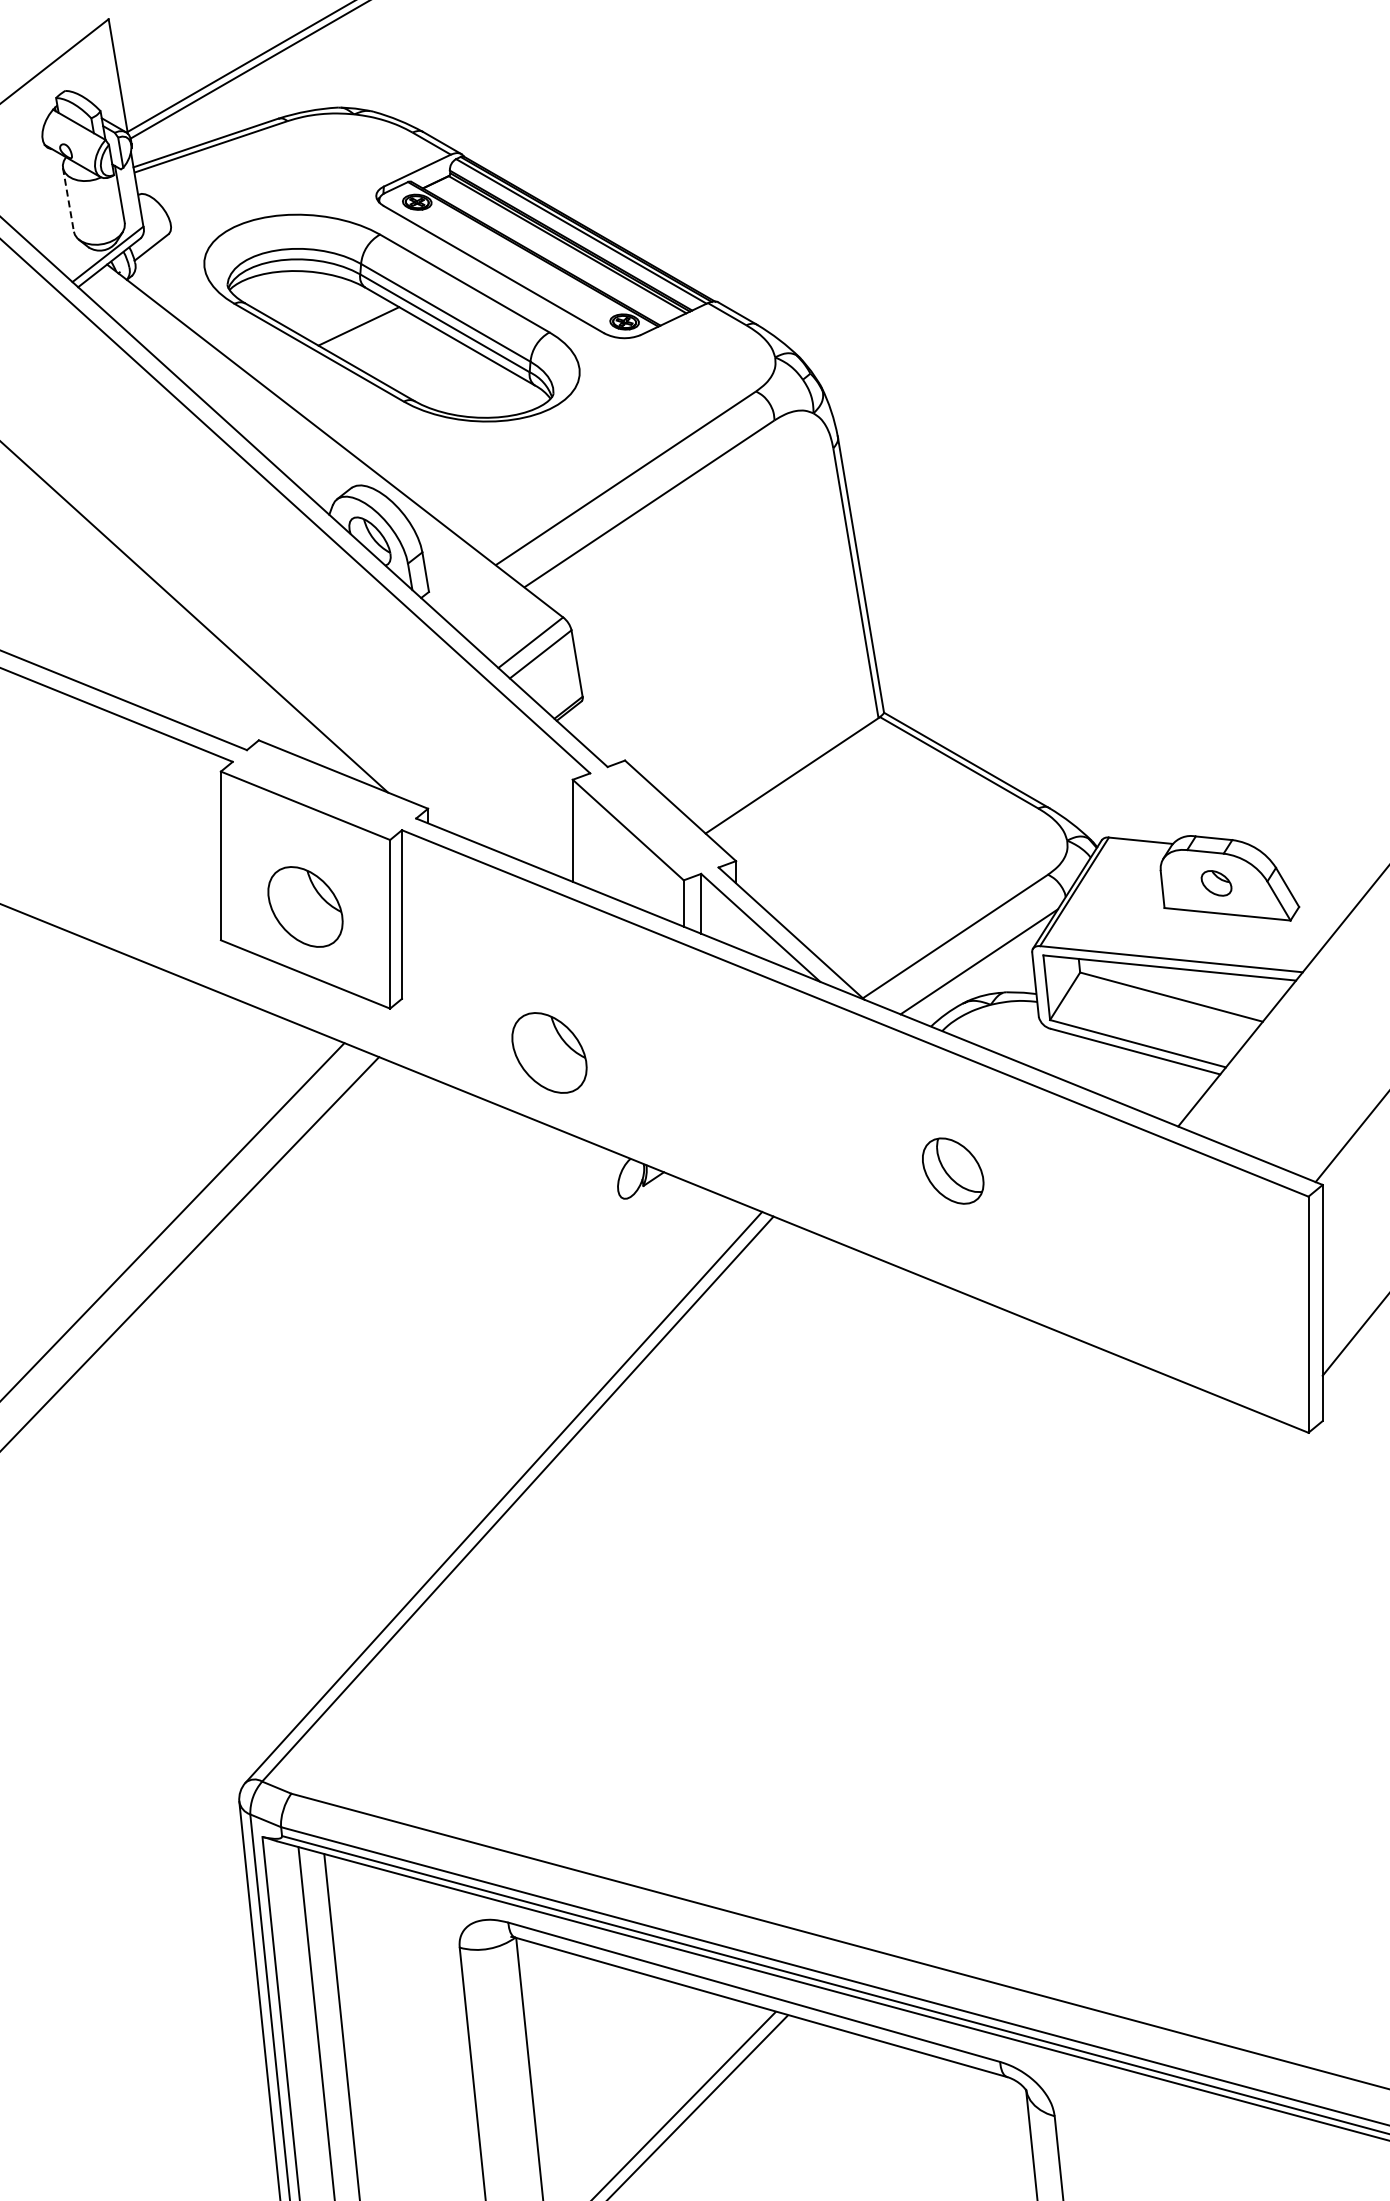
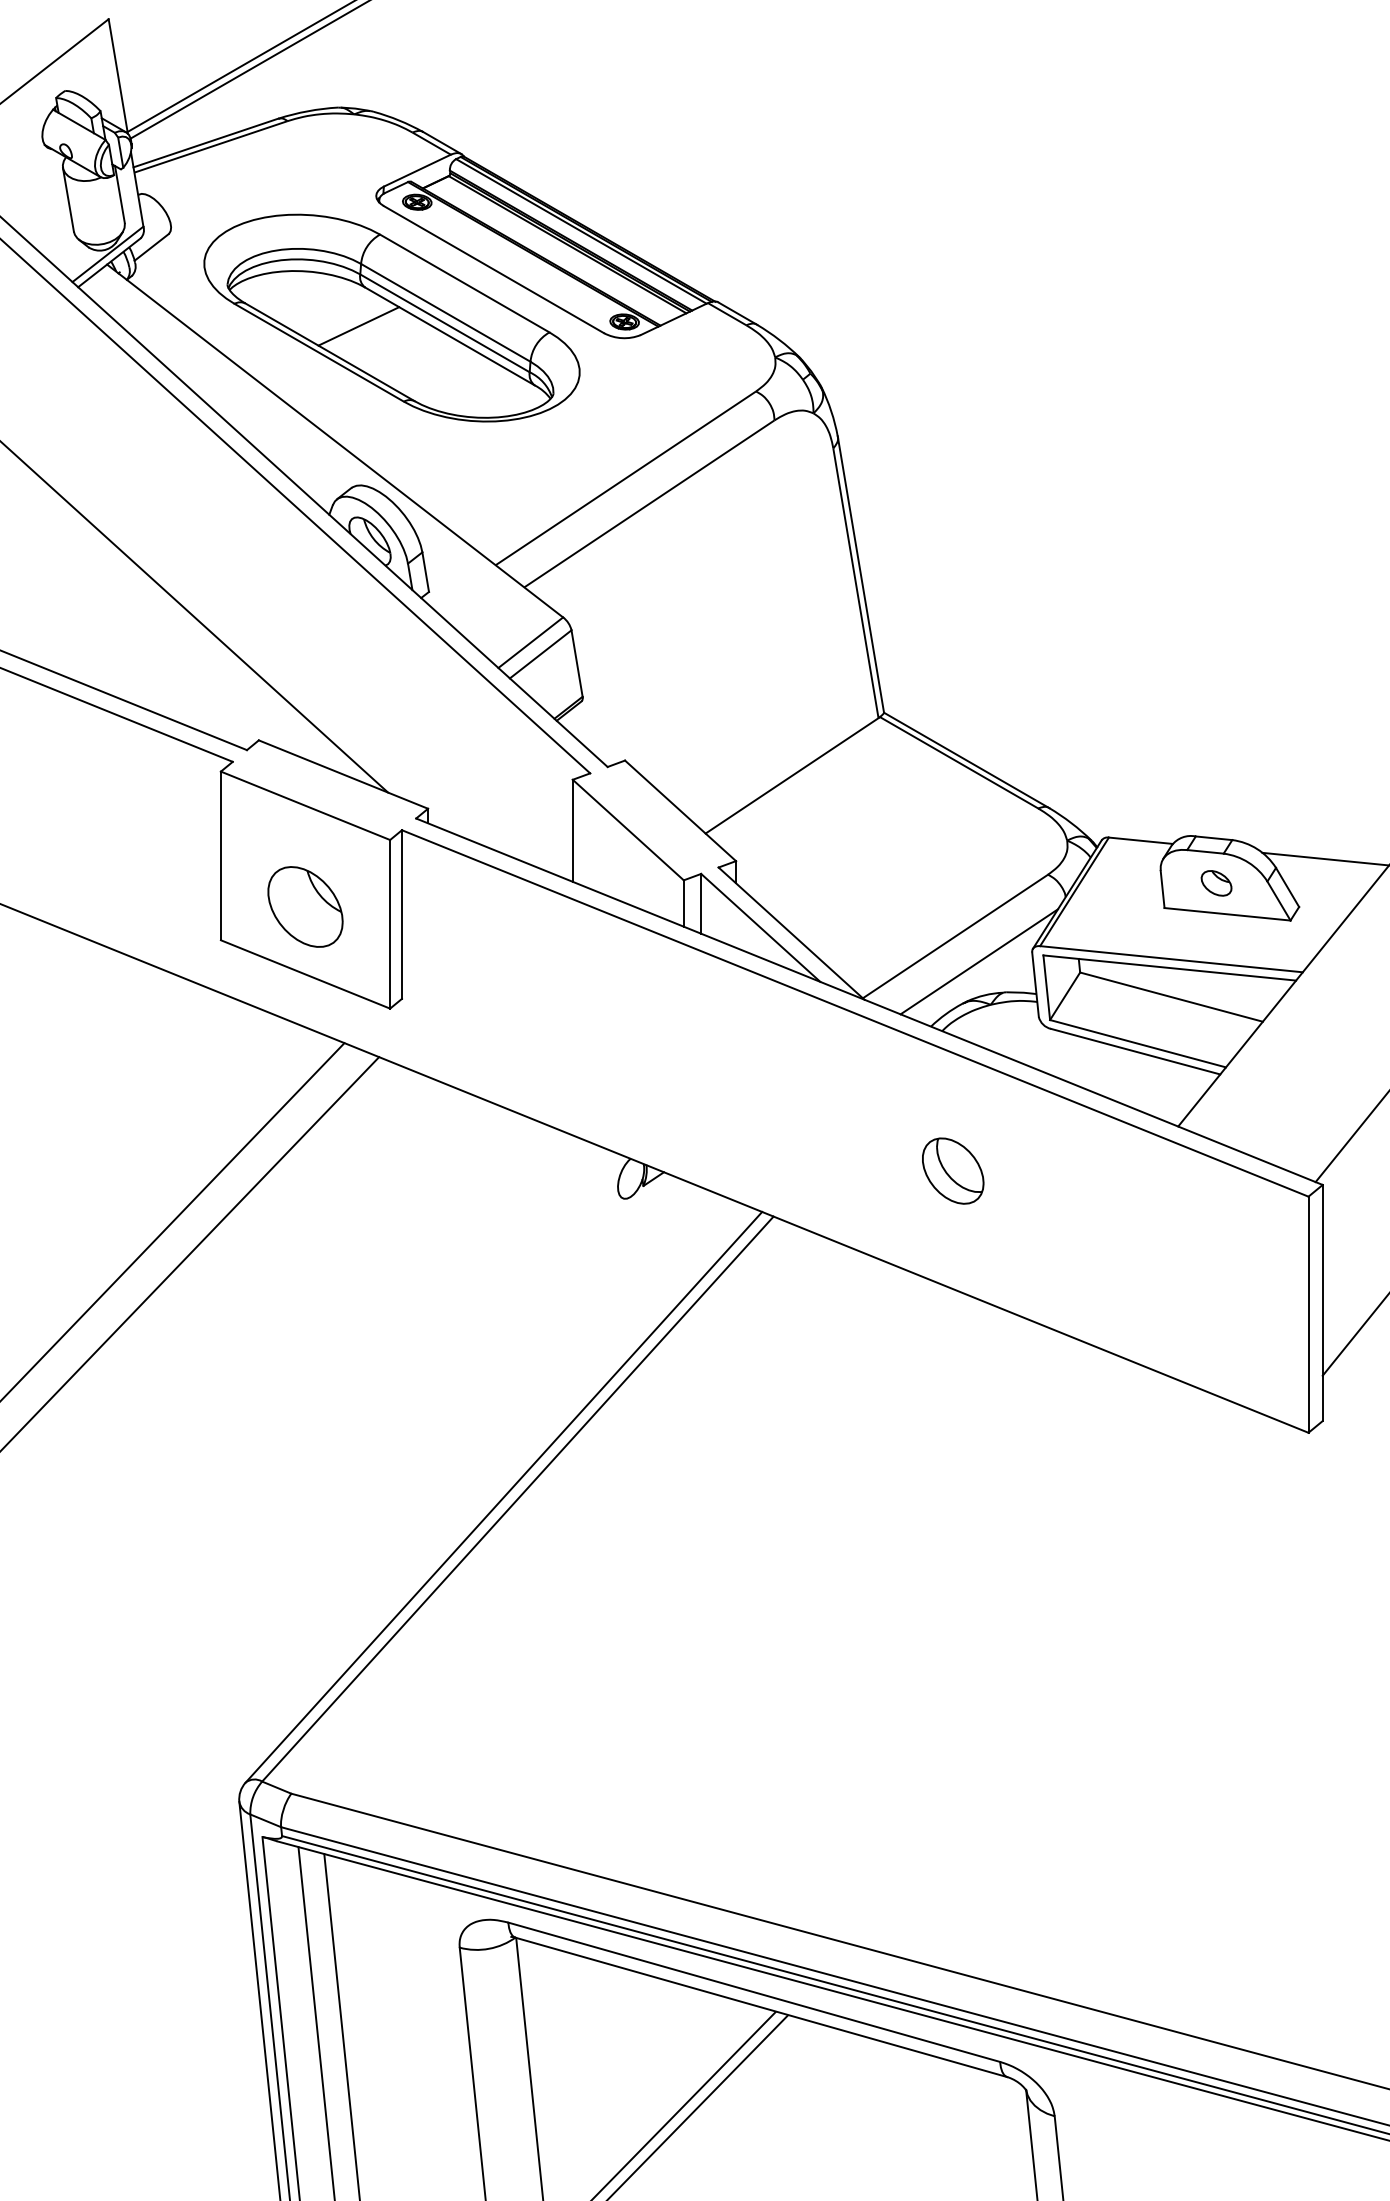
line at (68, 200): dashed -> solid
line at (1324, 858): none -> present
part at (549, 1052): present -> none
